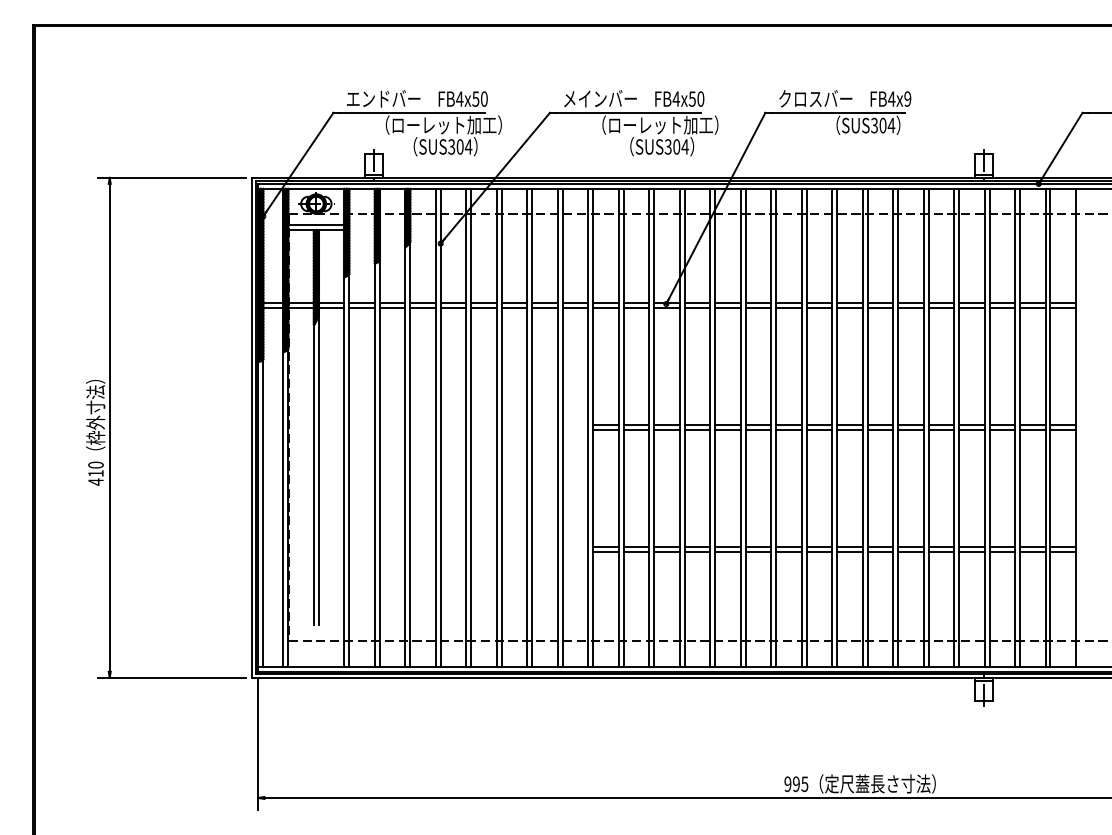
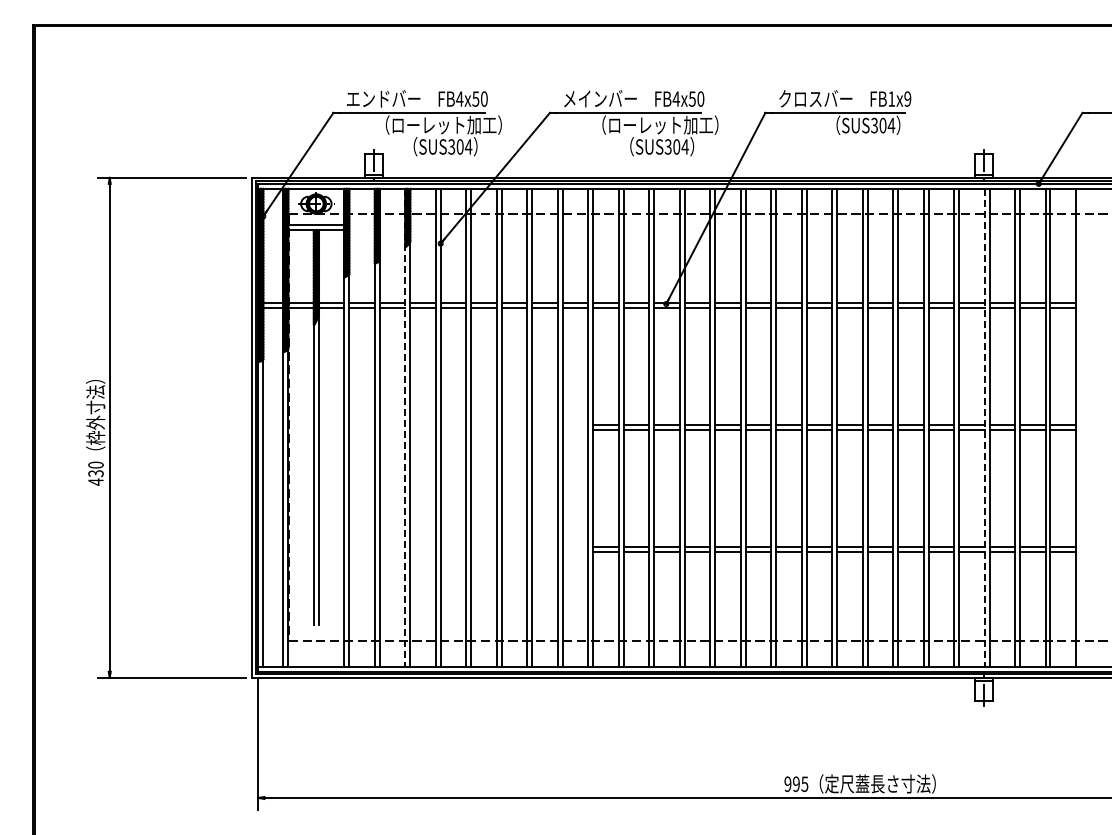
text at (891, 98): FB4x9 -> FB1x9
line at (405, 428): solid -> dashed
line at (984, 428): solid -> dashed
text at (95, 473): 410 -> 430
